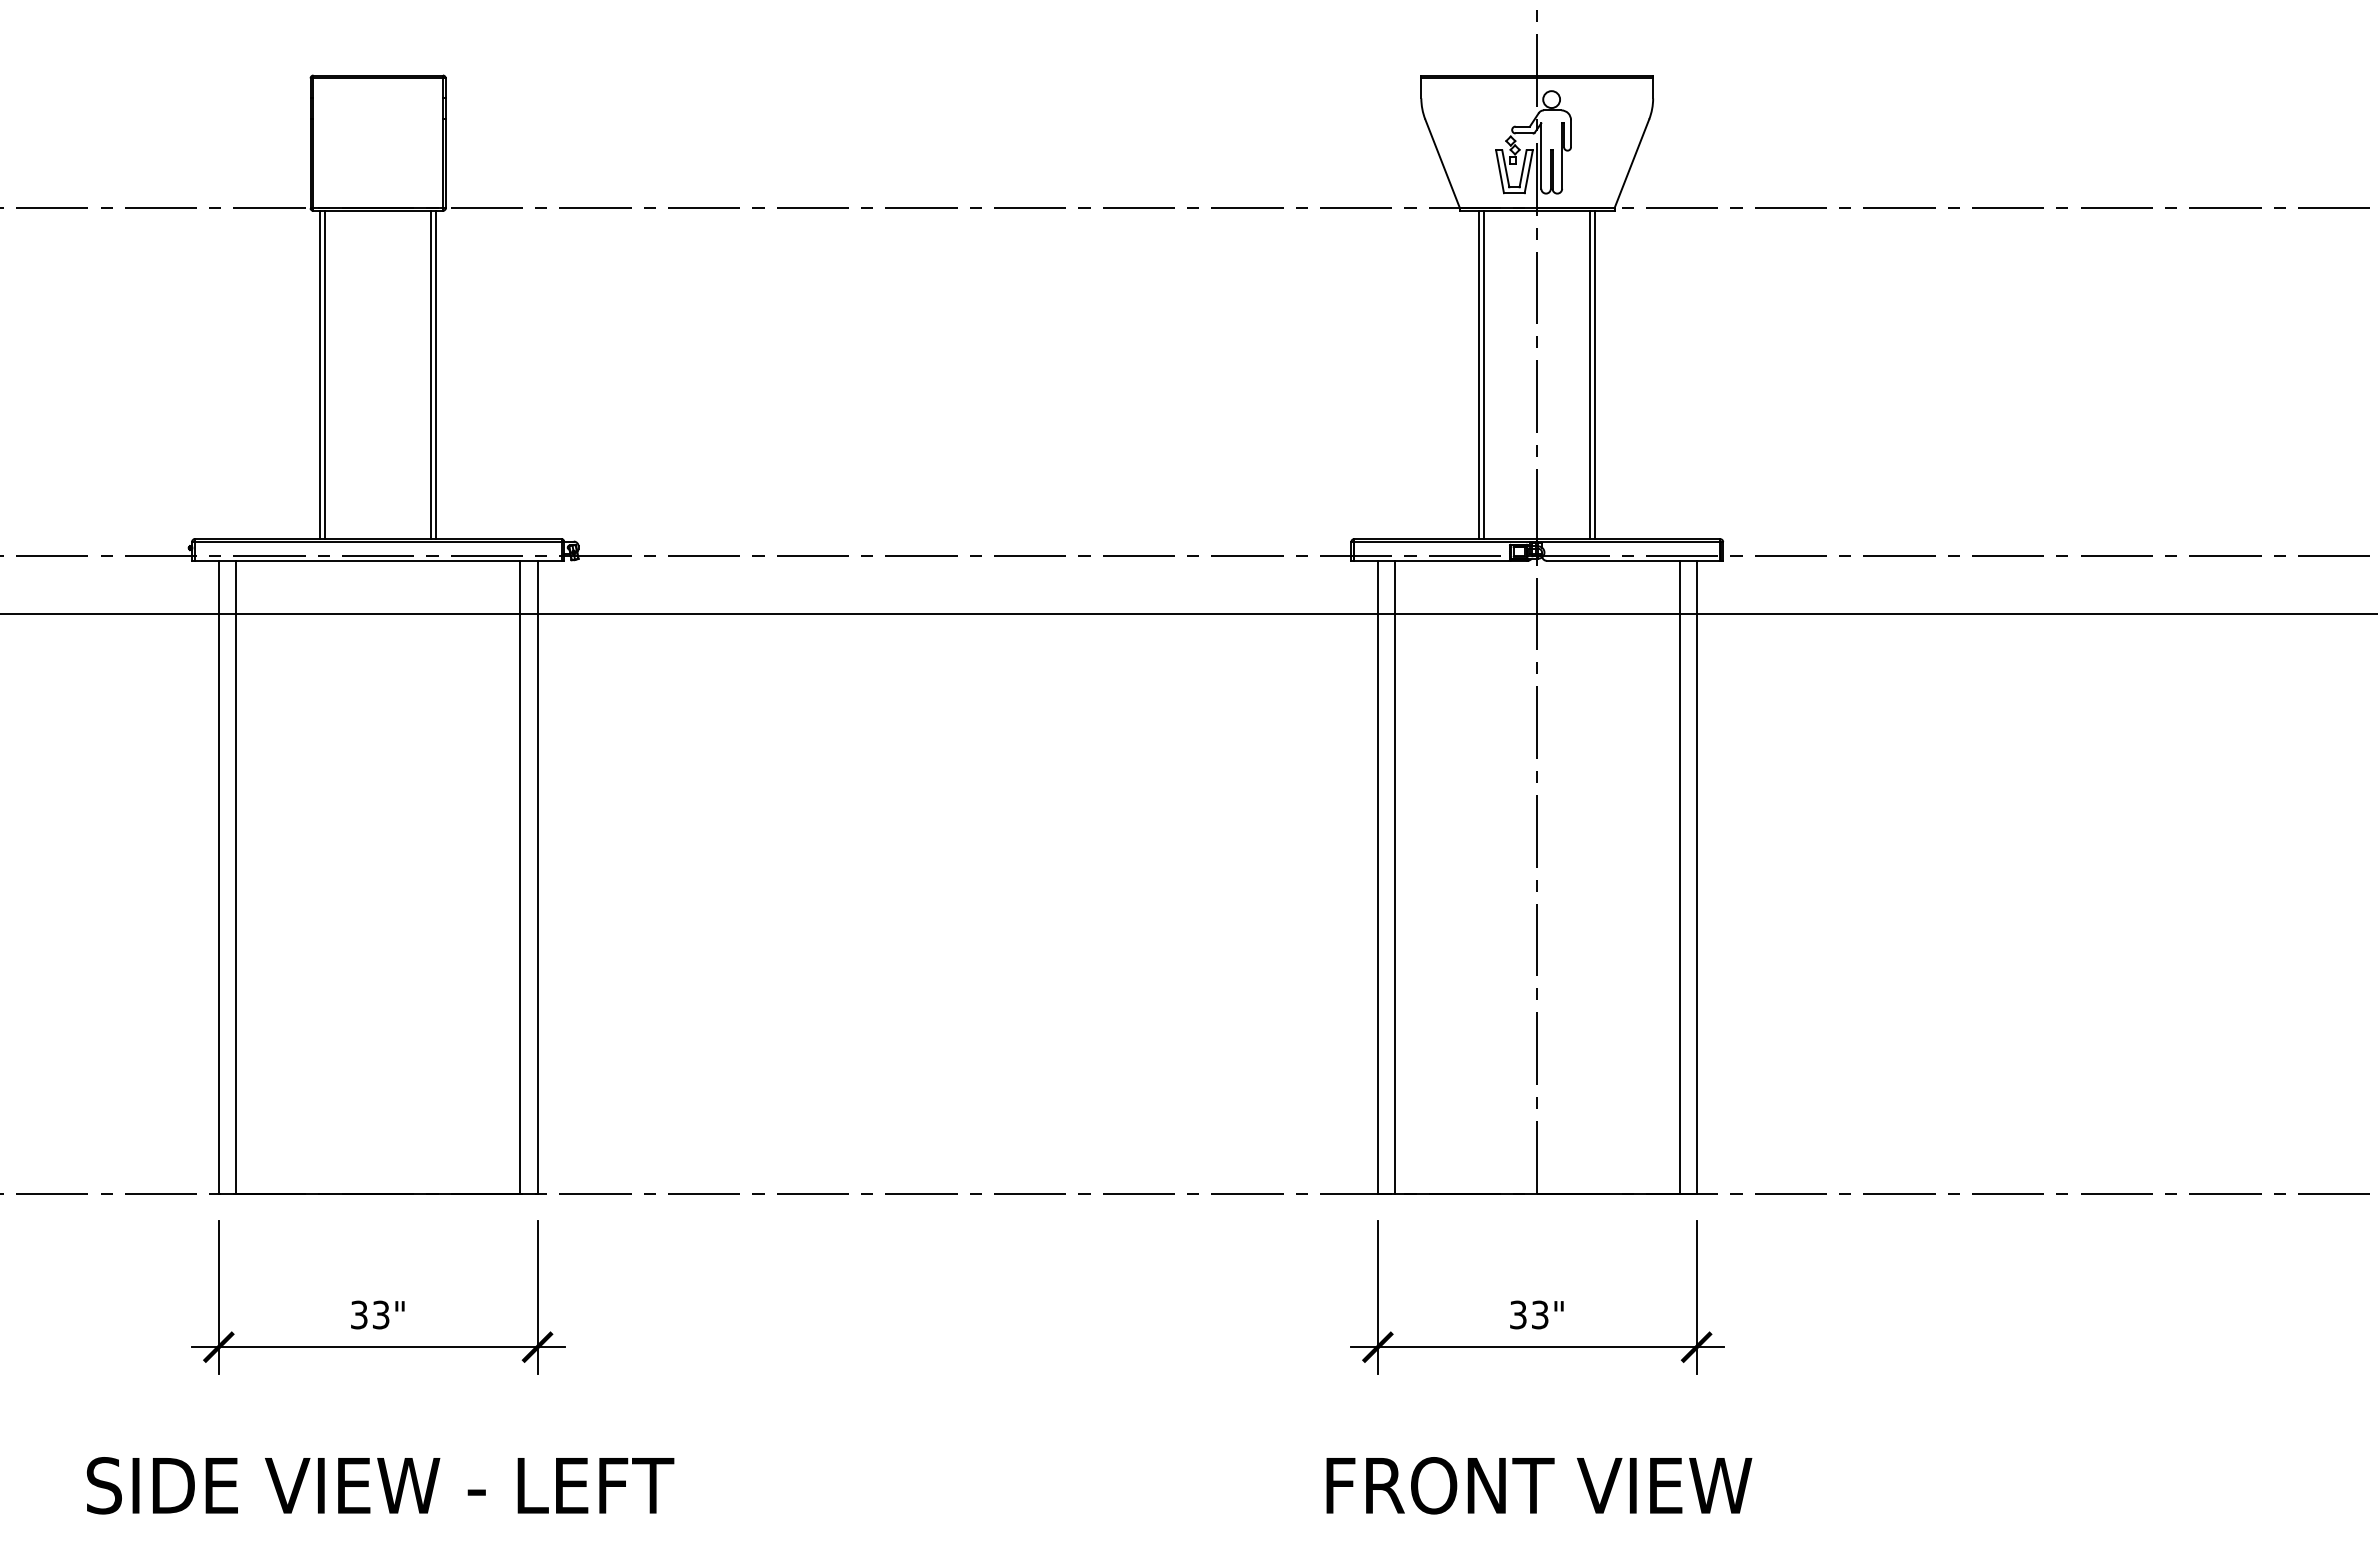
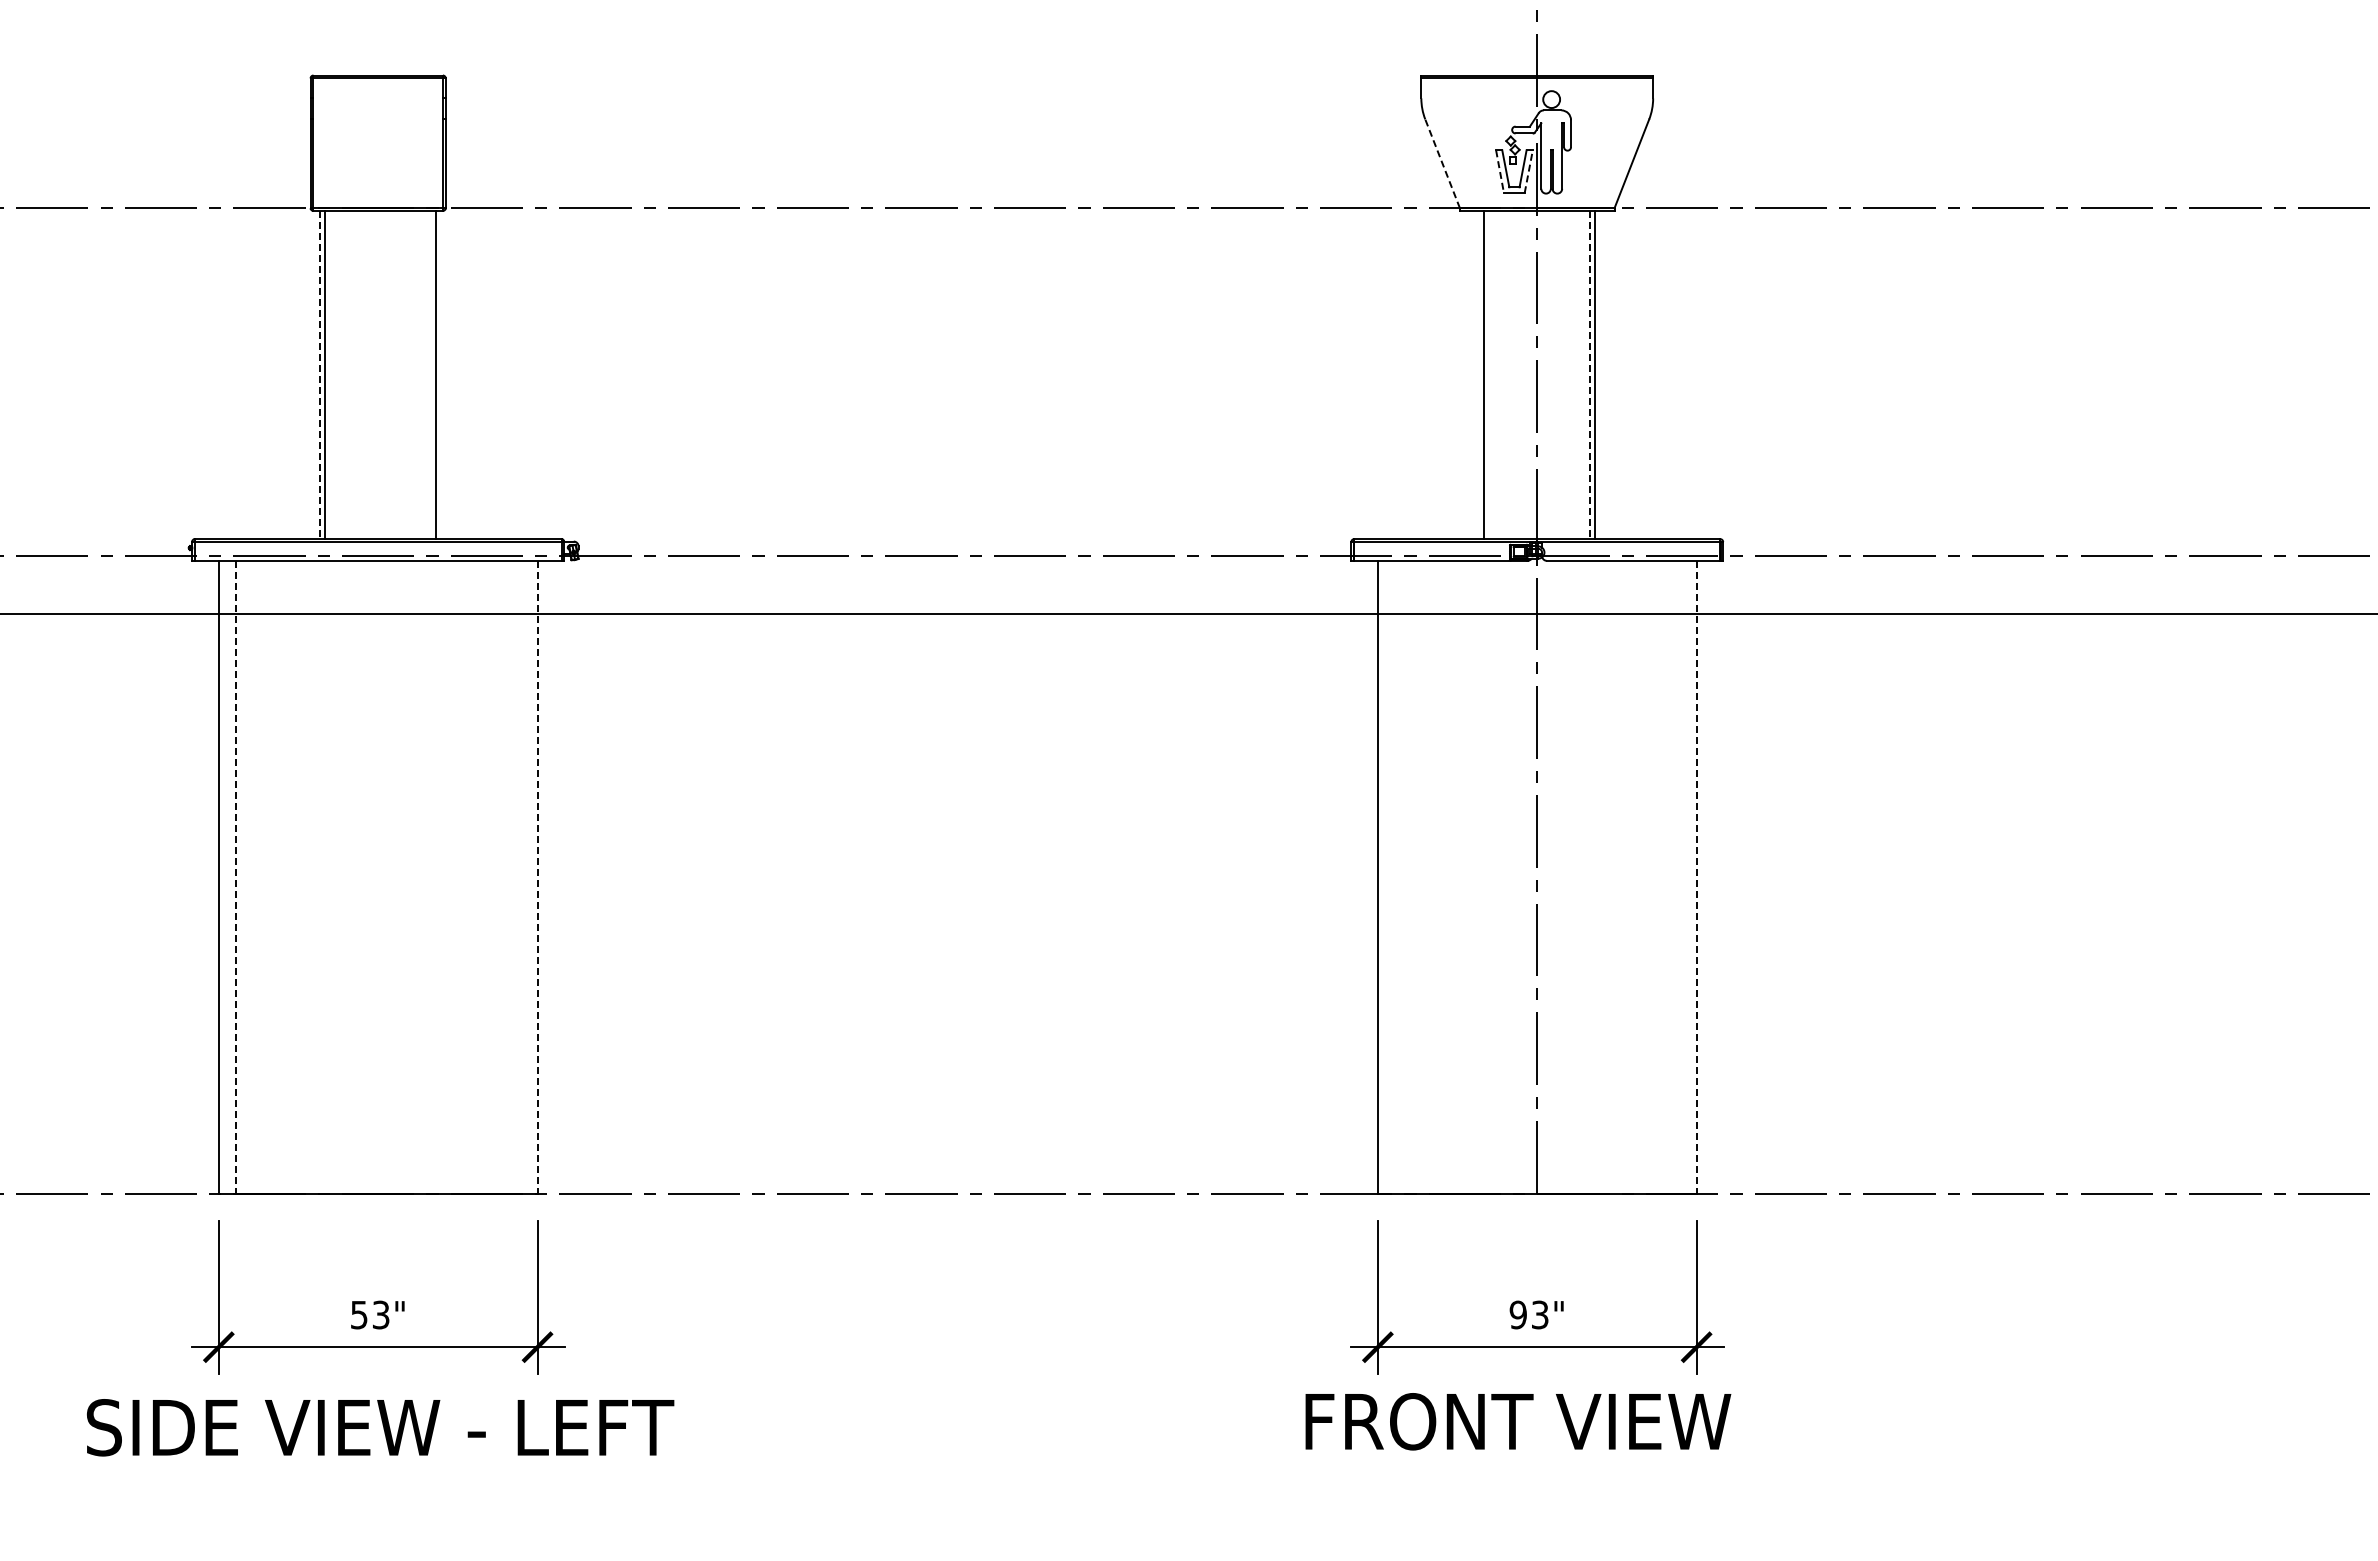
line at (1442, 163): solid -> dashed
line at (1500, 171): solid -> dashed
line at (1528, 171): solid -> dashed
line at (431, 374): present -> none
line at (1479, 374): present -> none
line at (320, 375): solid -> dashed
line at (1590, 375): solid -> dashed
line at (520, 876): present -> none
line at (1394, 876): present -> none
line at (1679, 876): present -> none
line at (235, 877): solid -> dashed
line at (537, 877): solid -> dashed
line at (1696, 877): solid -> dashed
text at (359, 1314): 33" -> 53"
text at (1517, 1314): 33" -> 93"
text at (380, 1485) position: (380, 1485) -> (380, 1427)
text at (1539, 1485) position: (1539, 1485) -> (1518, 1421)
